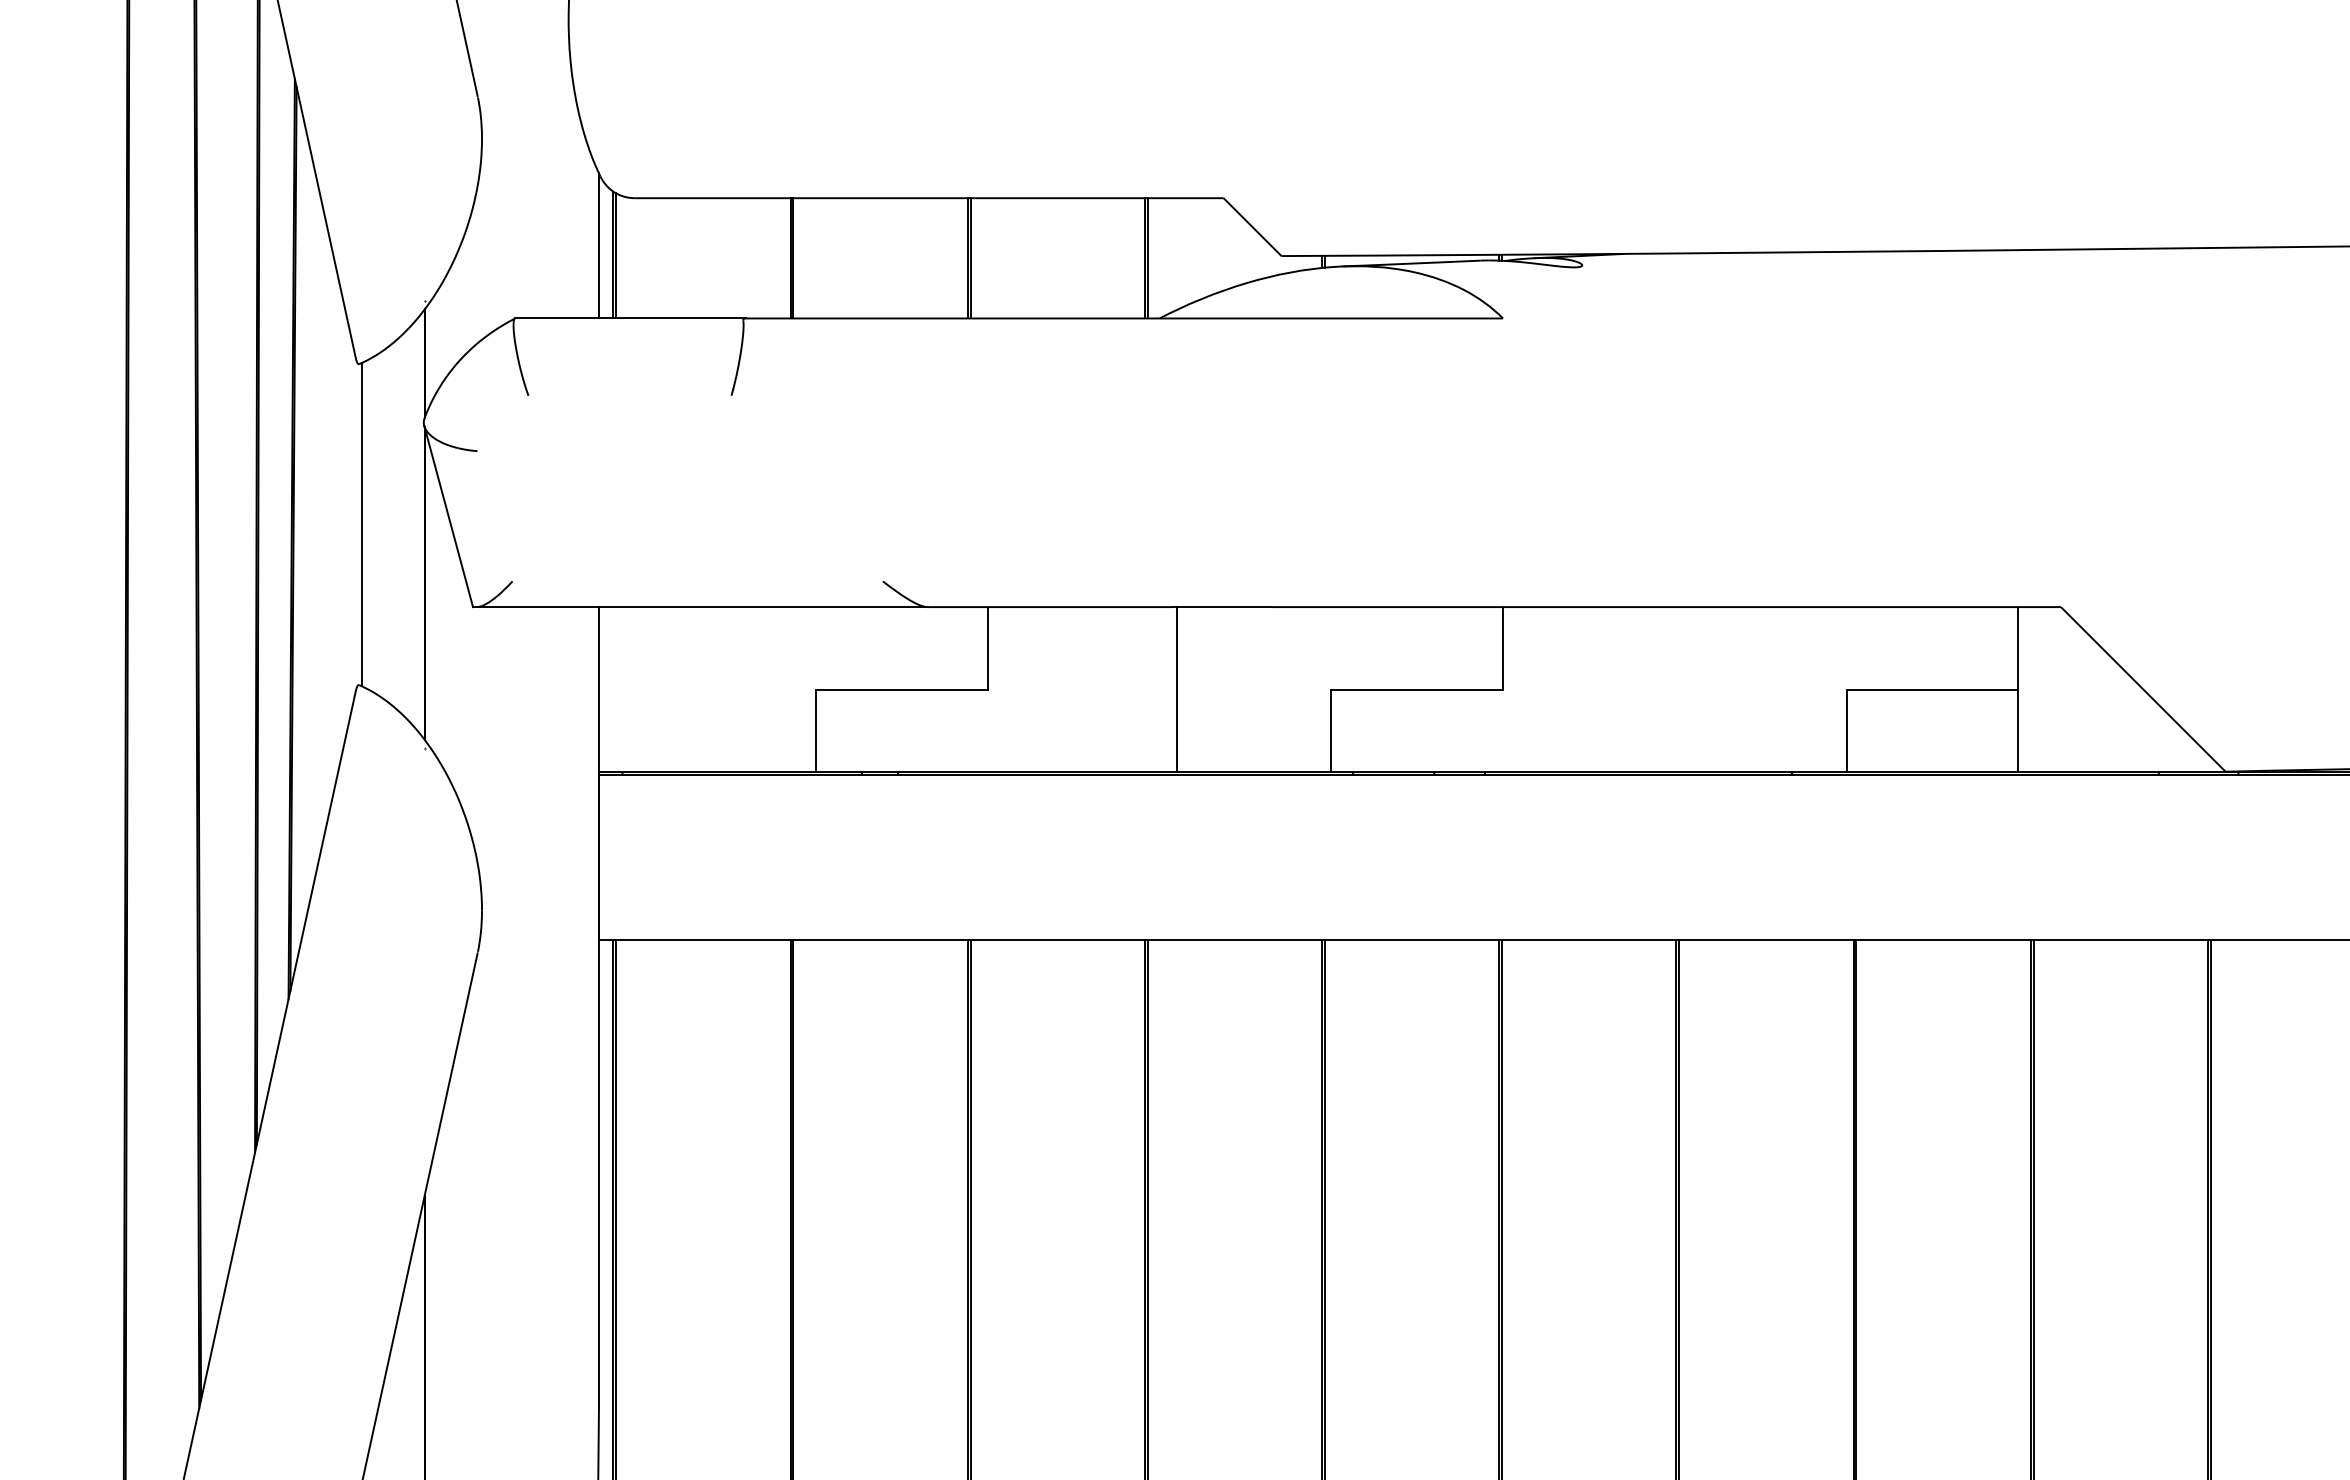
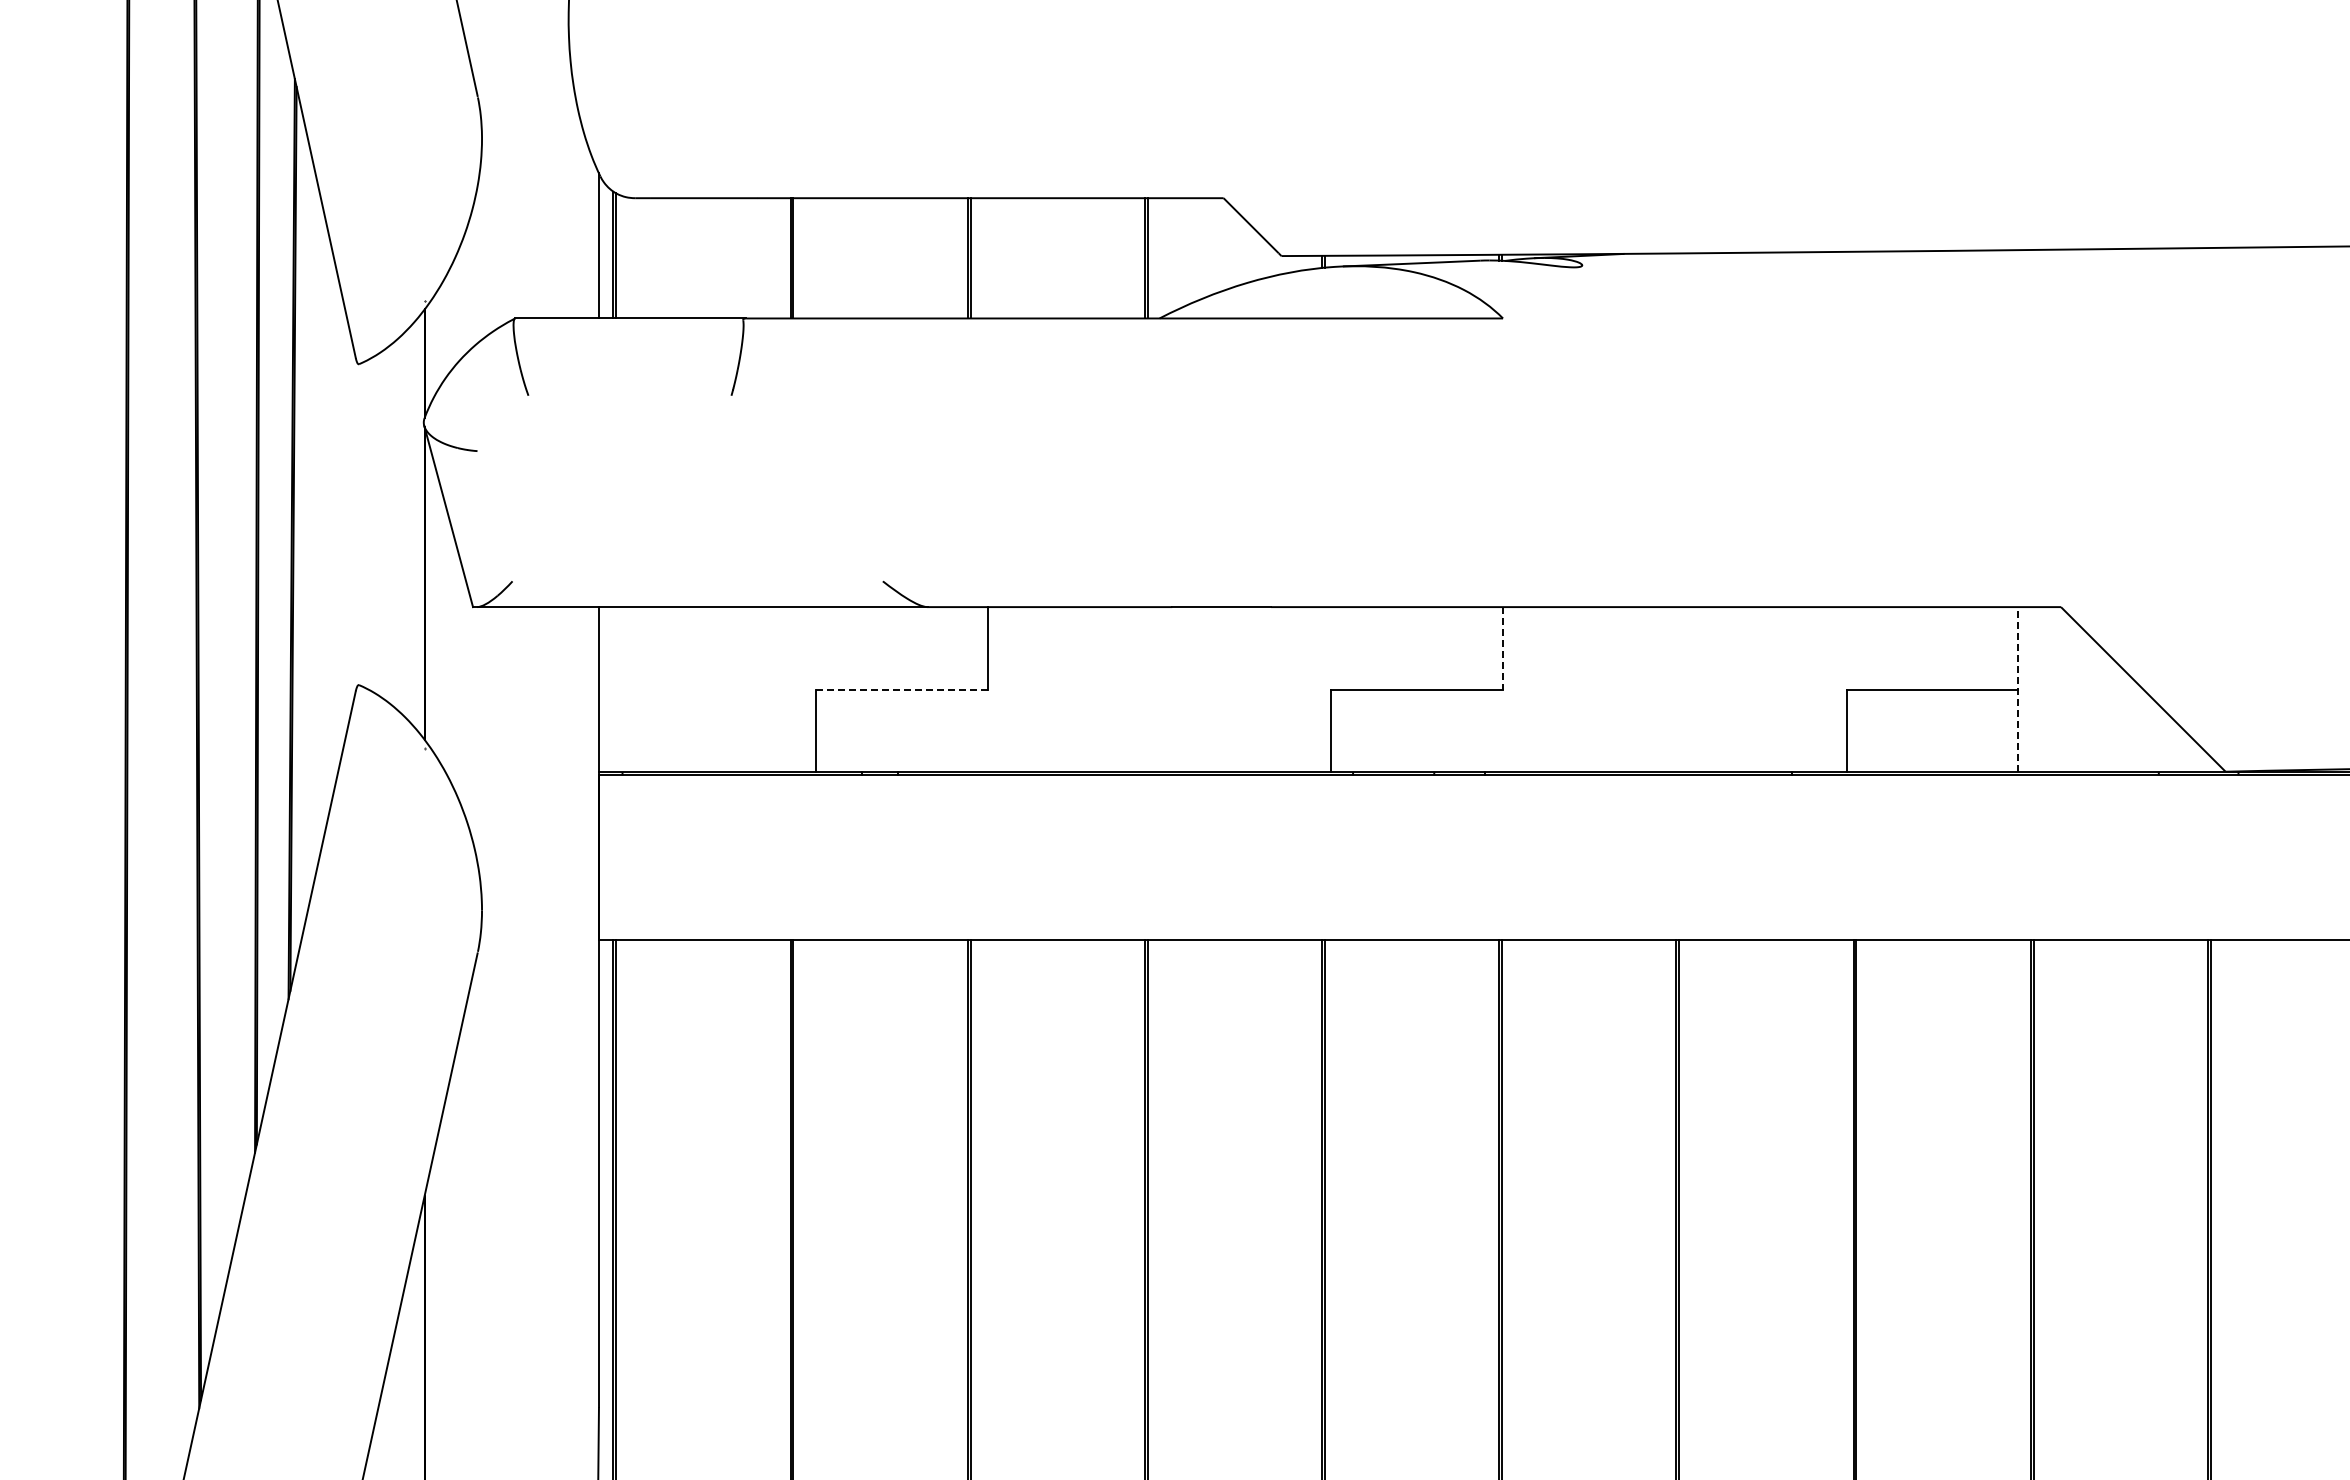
line at (362, 524): present -> none
line at (1503, 648): solid -> dashed
line at (901, 689): solid -> dashed
line at (1177, 689): present -> none
line at (2018, 689): solid -> dashed
